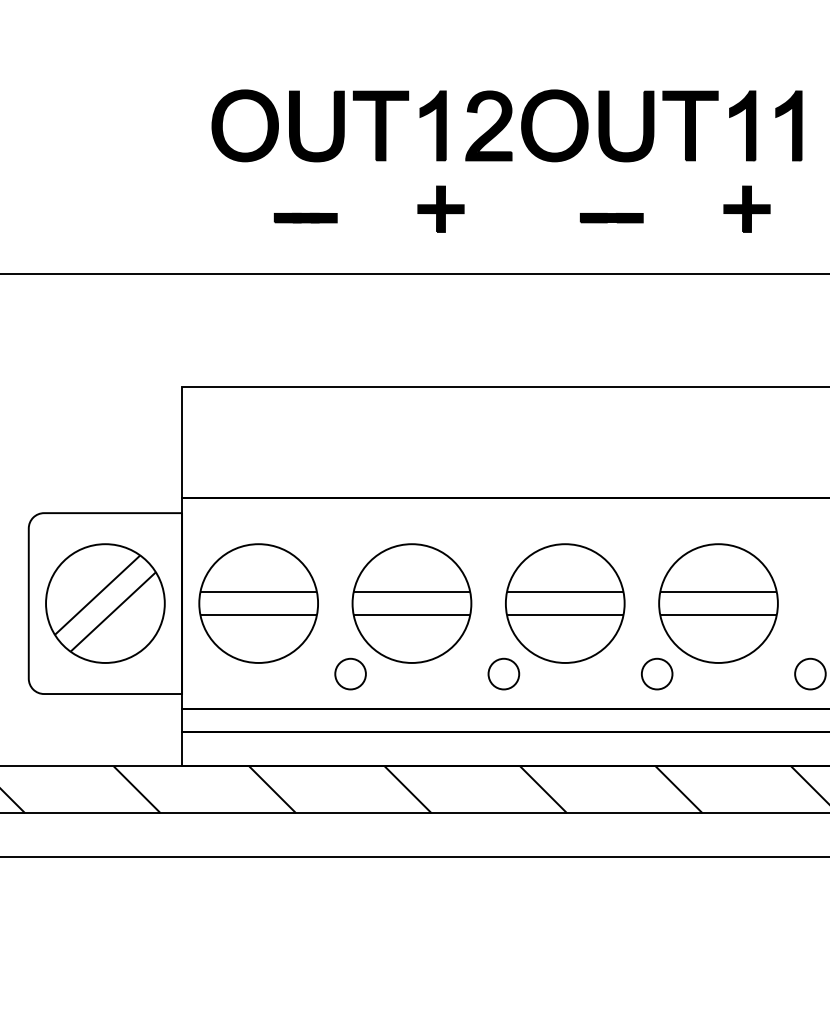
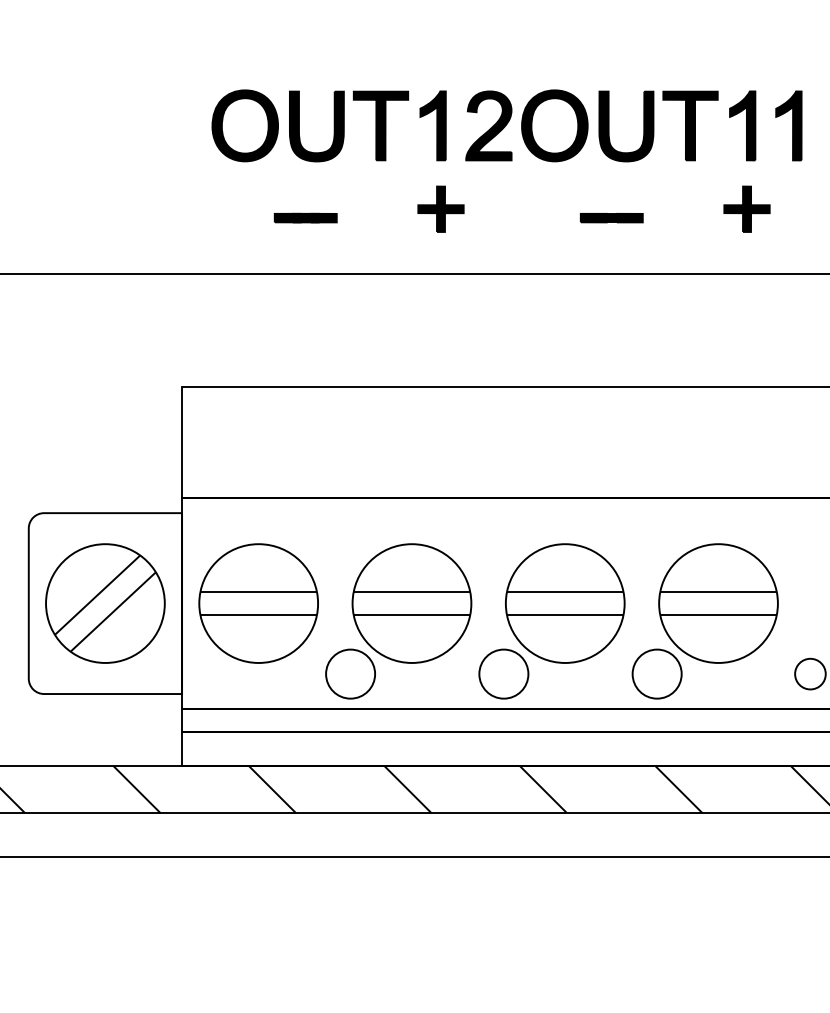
circle at (350, 673) diameter: 31 px -> 49 px
circle at (503, 673) diameter: 31 px -> 49 px
circle at (656, 673) diameter: 31 px -> 49 px
